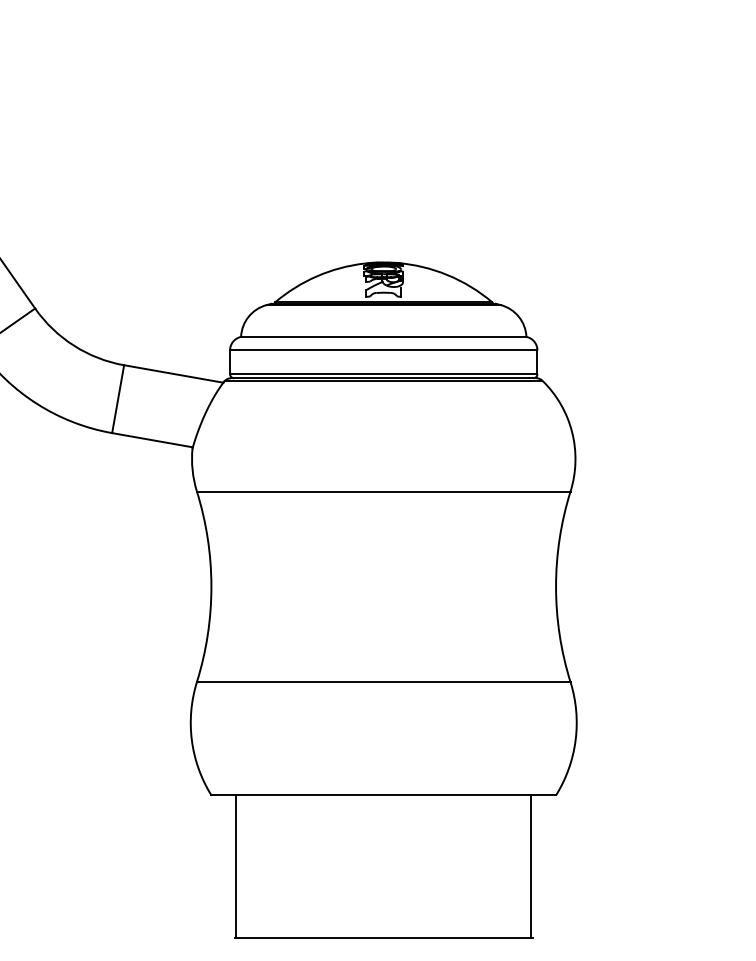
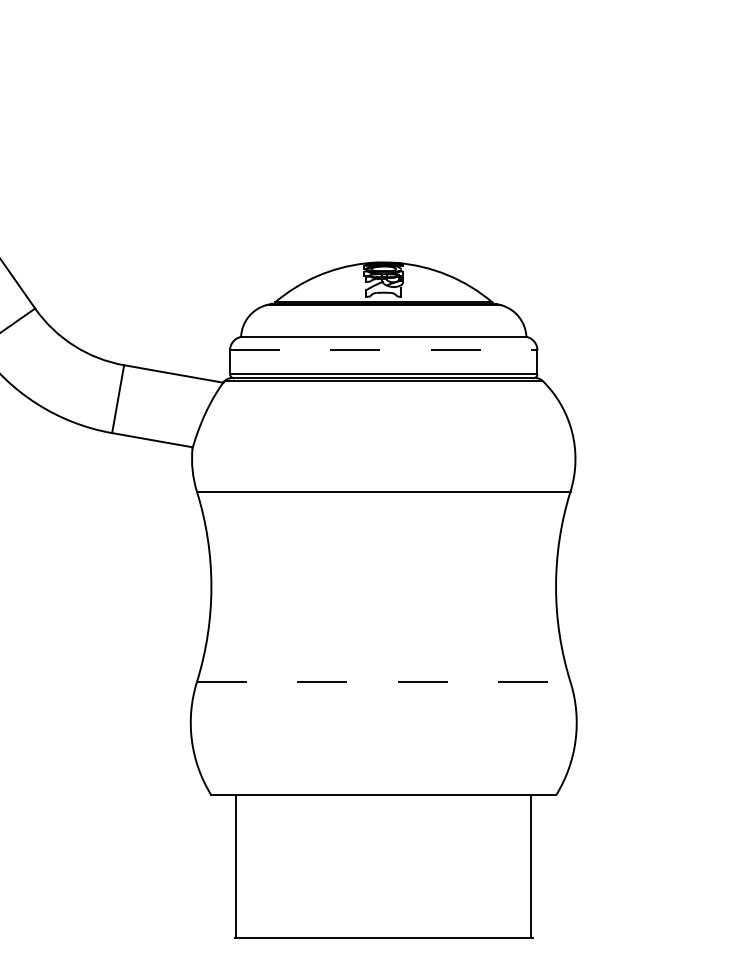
line at (383, 350): solid -> dashed
line at (383, 682): solid -> dashed
